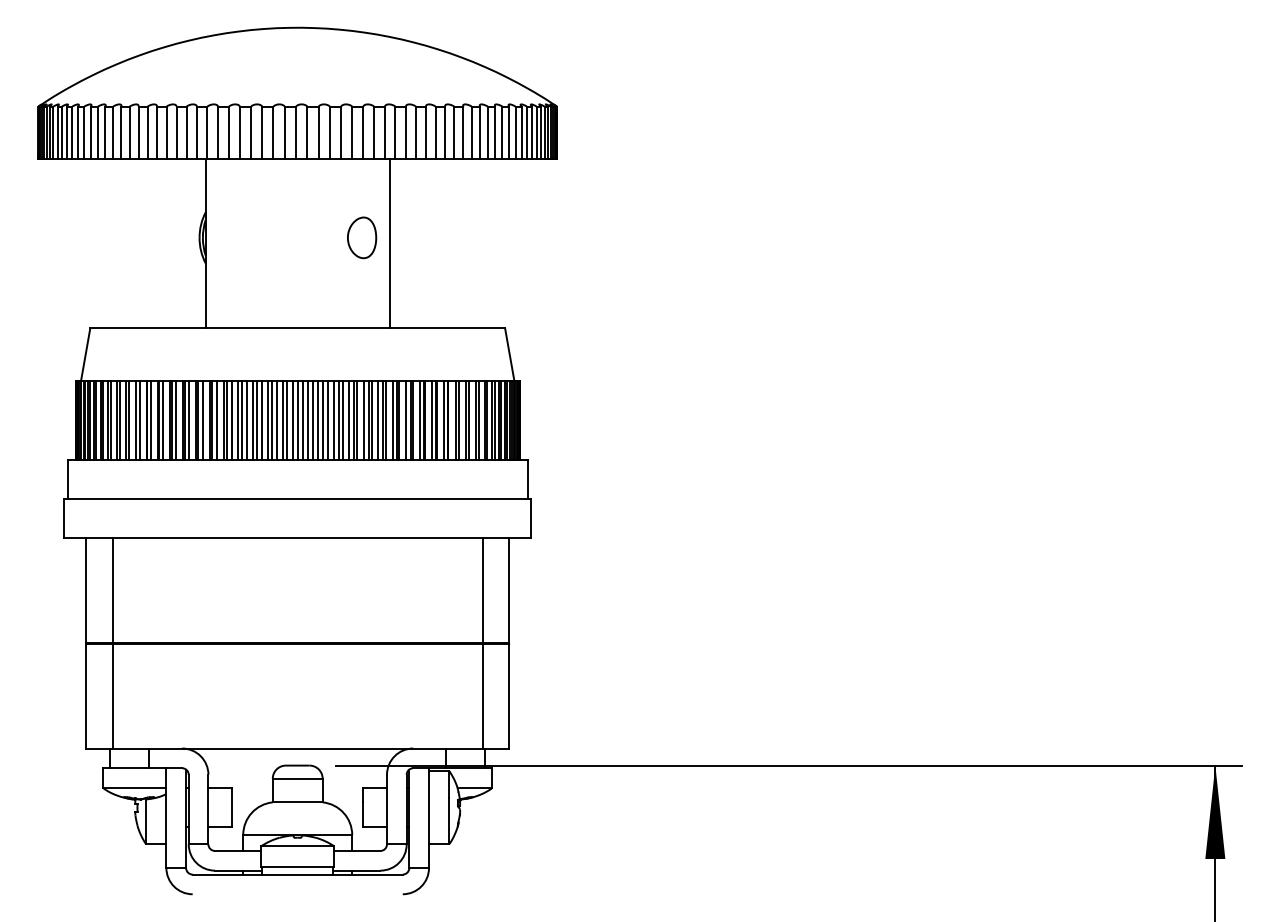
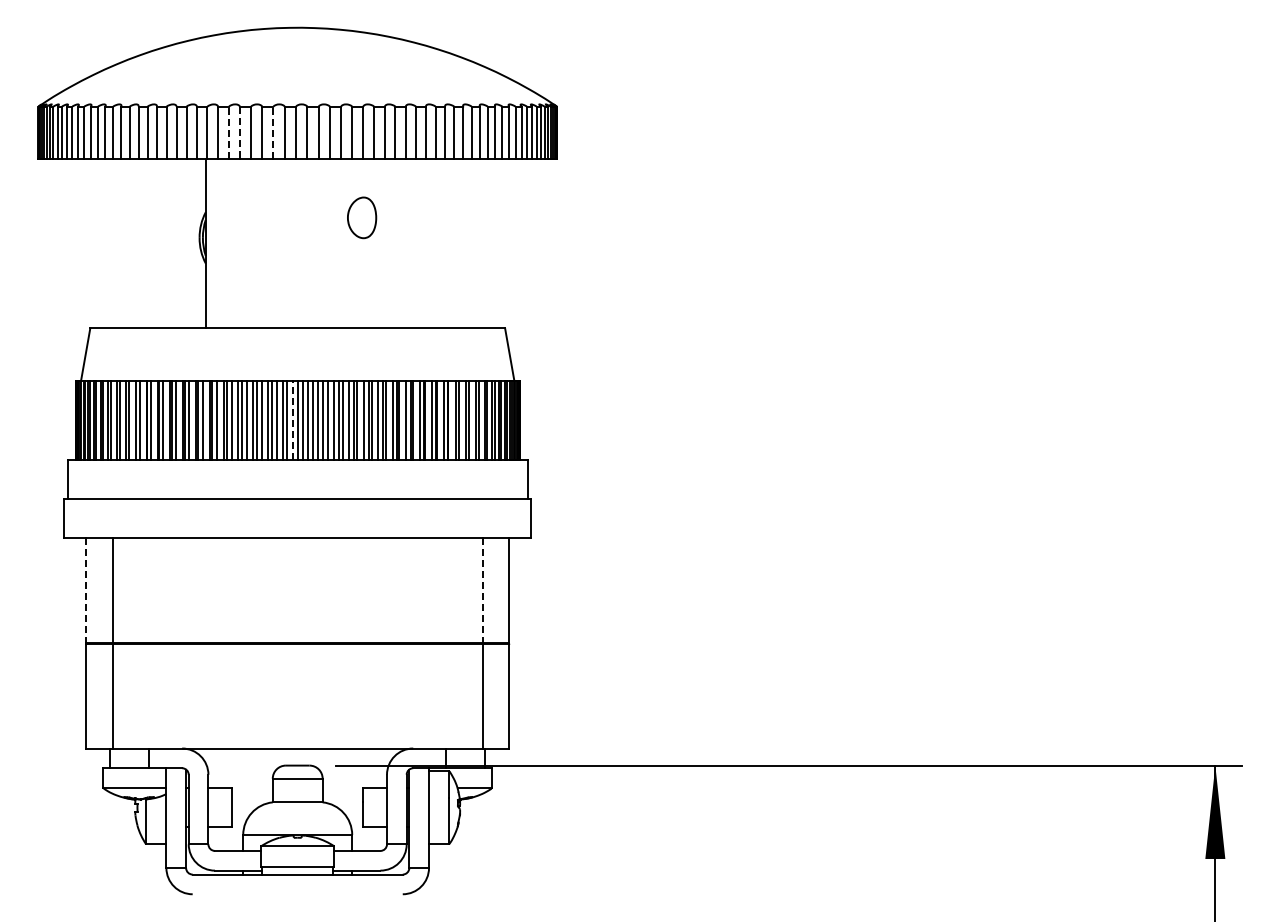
line at (229, 132): solid -> dashed
line at (273, 132): solid -> dashed
line at (239, 133): solid -> dashed
part at (362, 237) position: (362, 237) -> (362, 217)
line at (389, 243): present -> none
line at (292, 419): solid -> dashed
line at (86, 590): solid -> dashed
line at (482, 590): solid -> dashed
